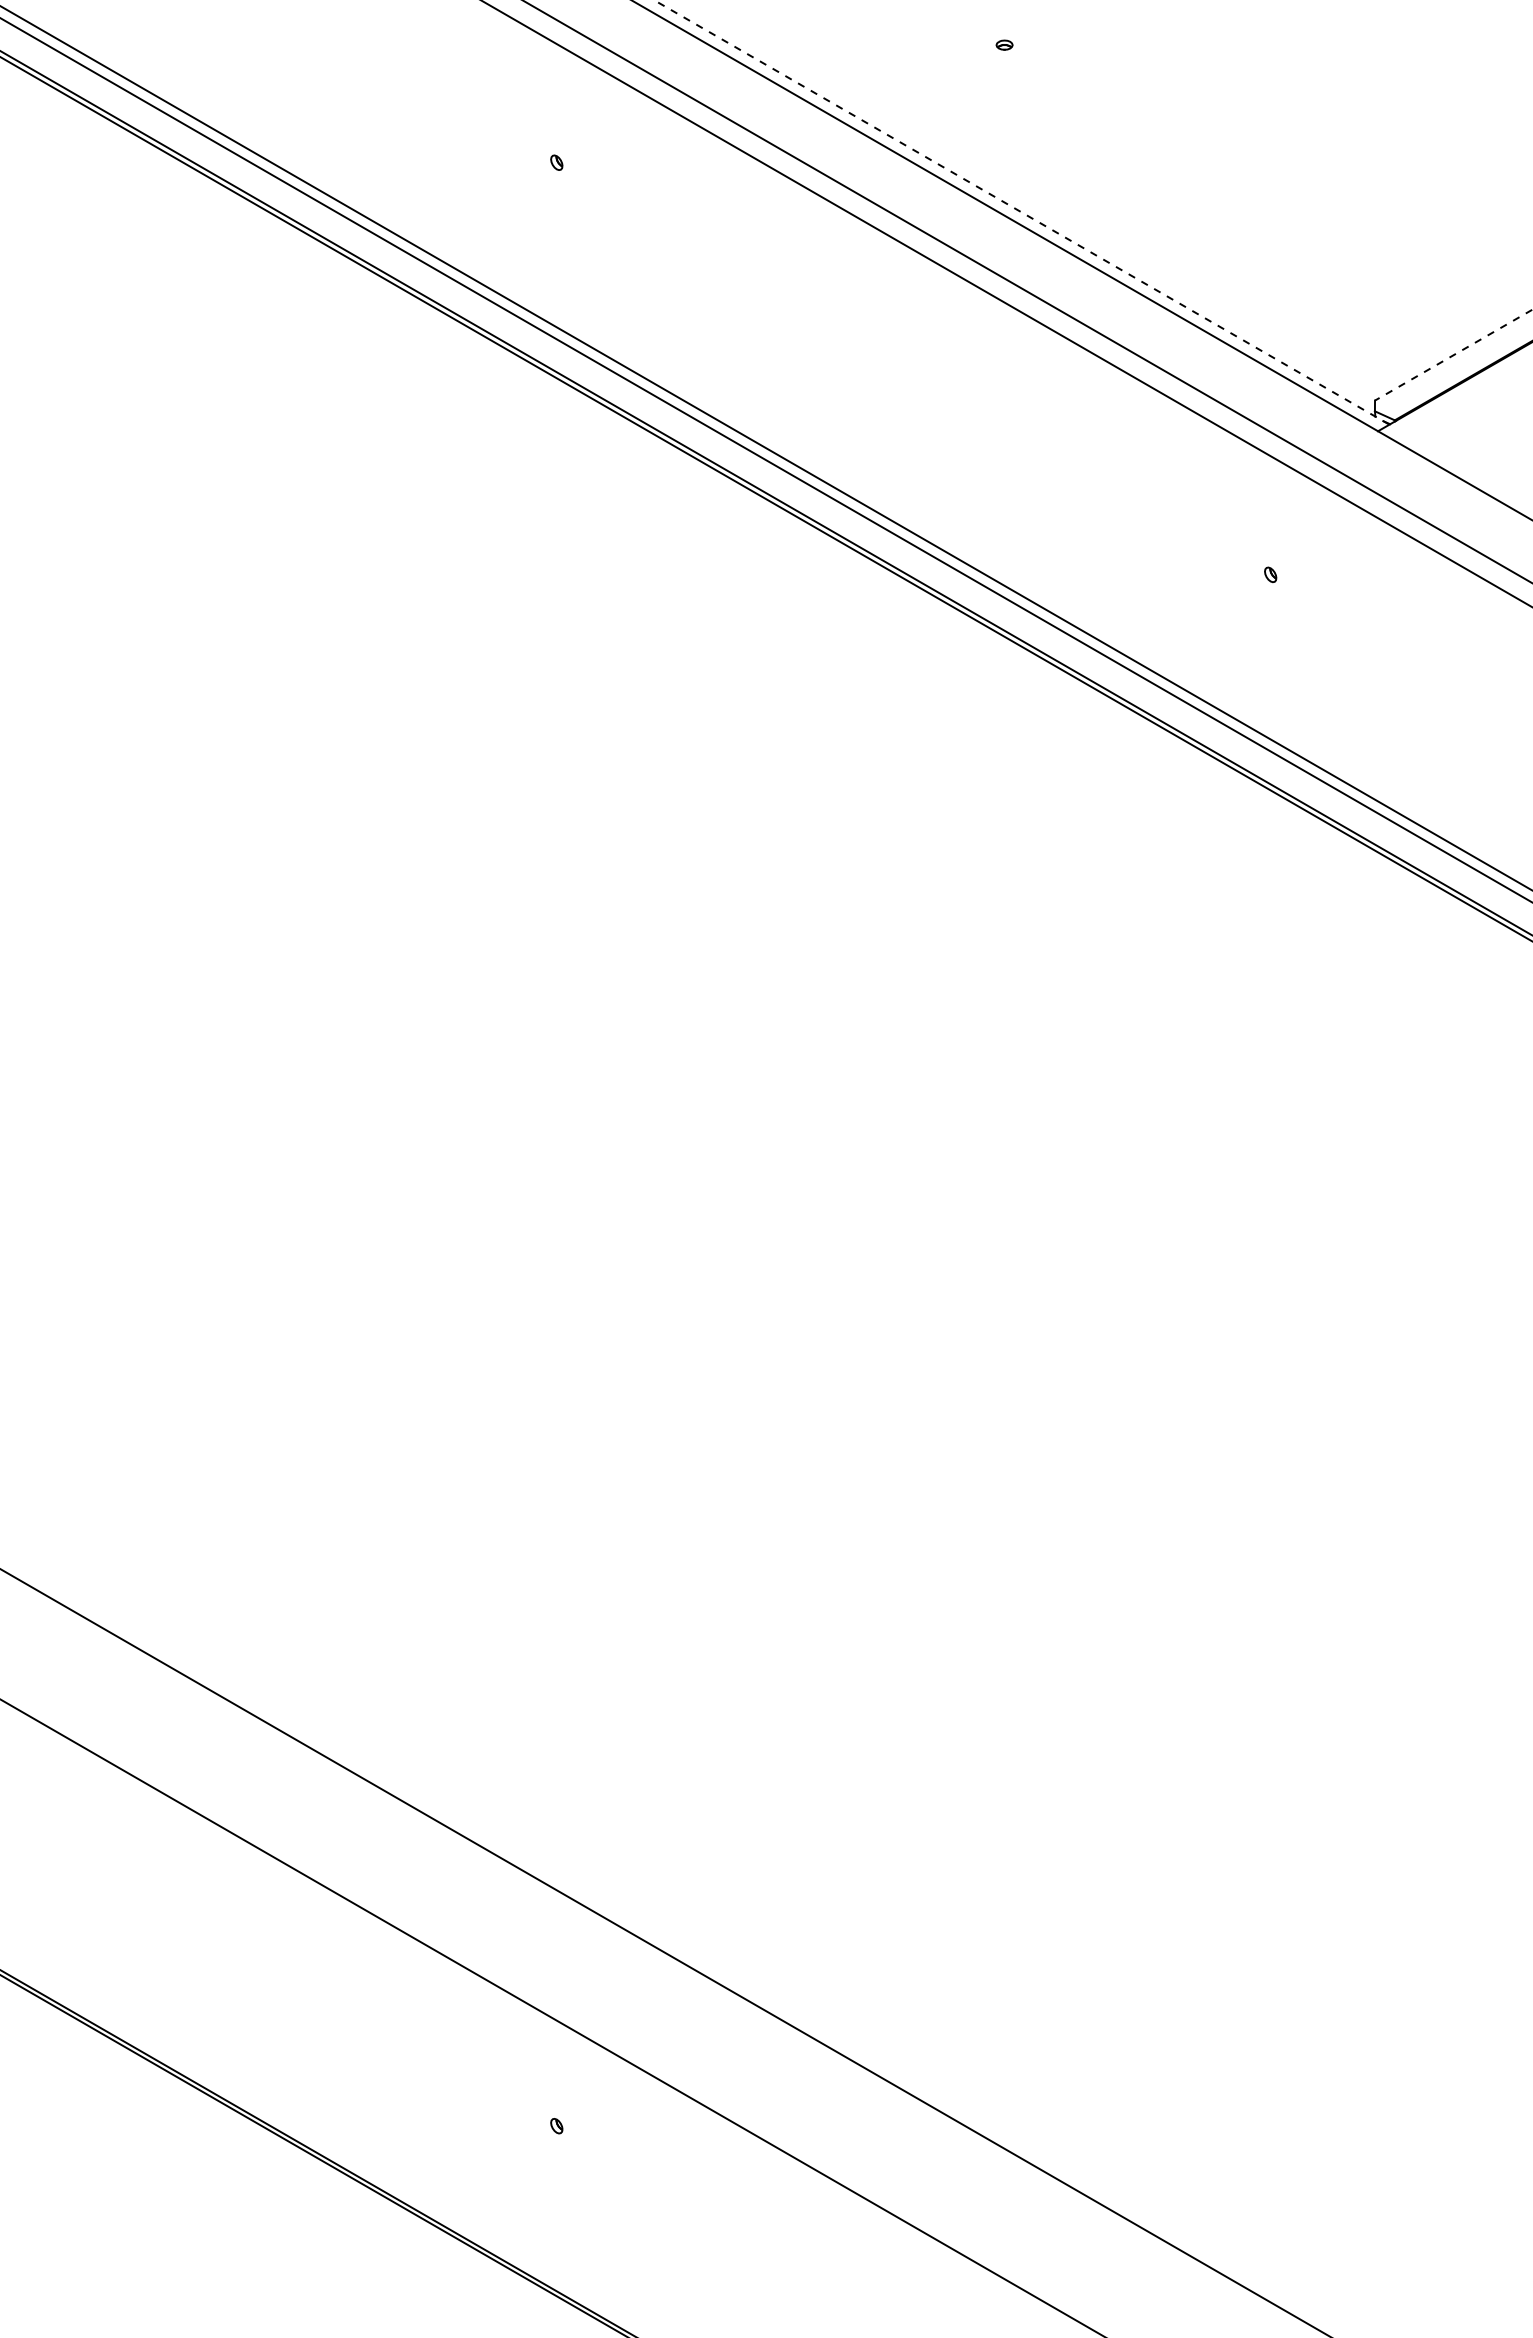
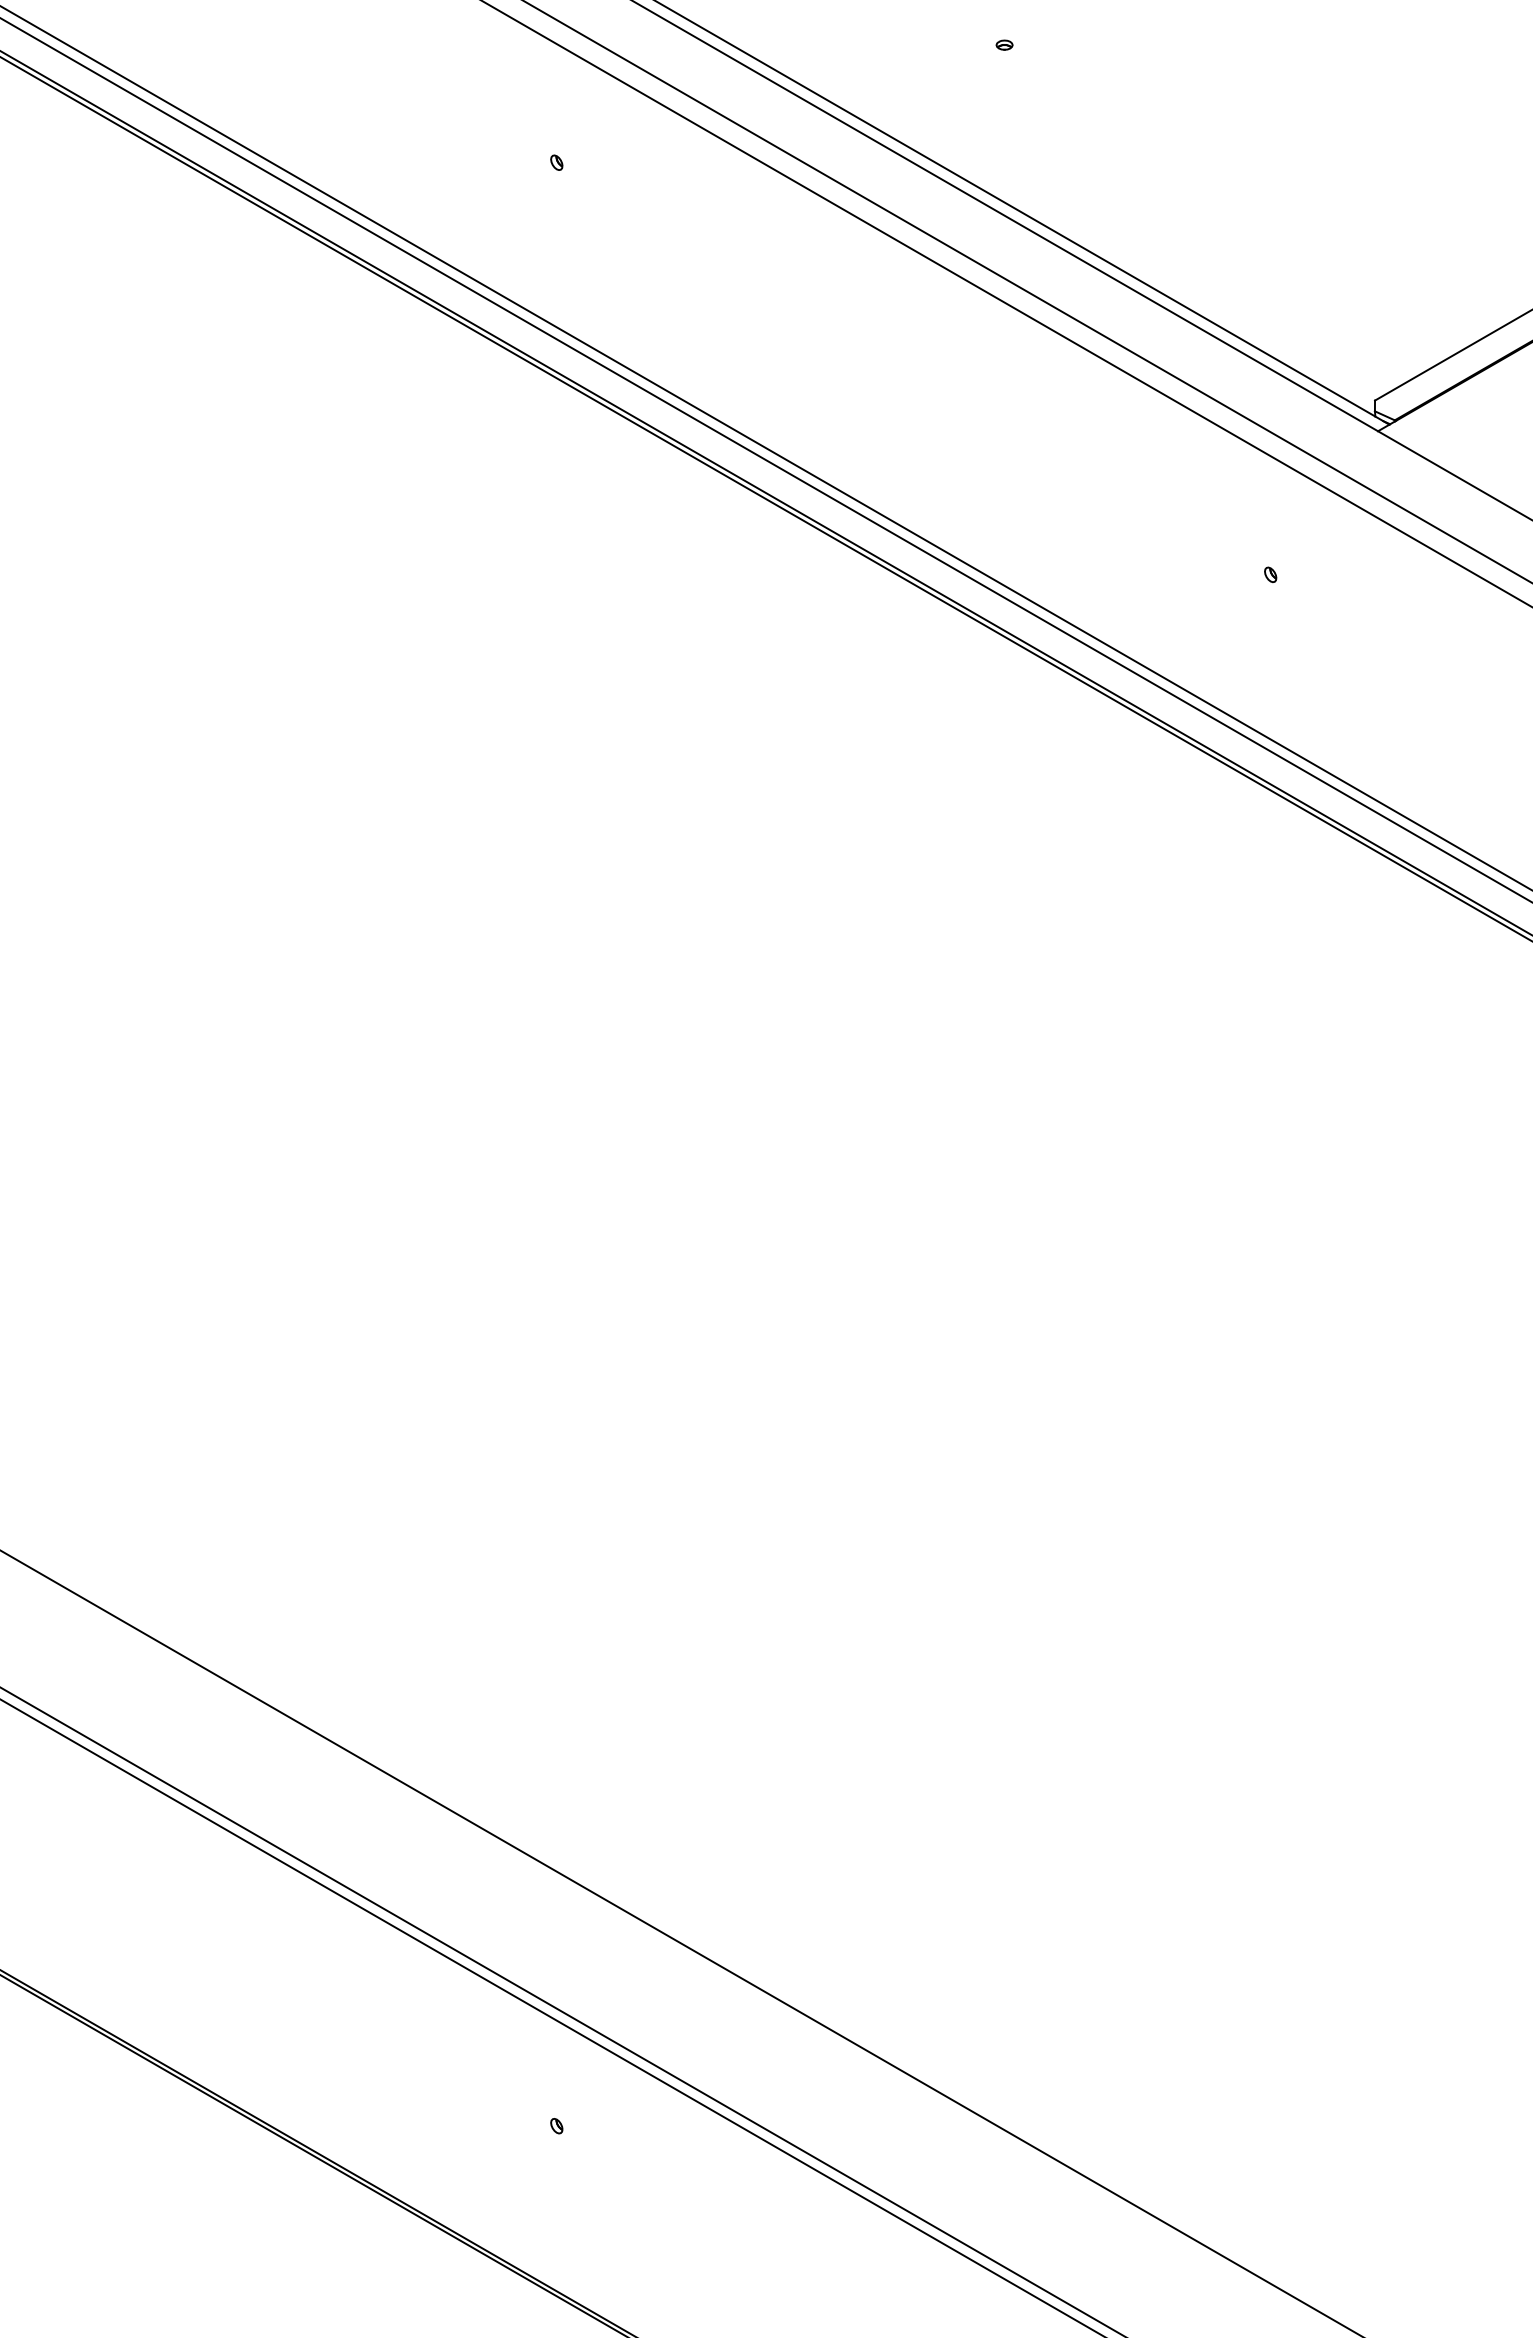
line at (1021, 212): dashed -> solid
line at (1453, 355): dashed -> solid
line at (664, 1952) position: (664, 1952) -> (680, 1942)
line at (561, 2011): none -> present
